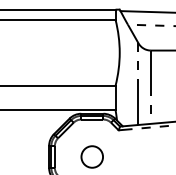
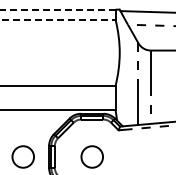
line at (57, 9): solid -> dashed
line at (58, 19): solid -> dashed
circle at (22, 156): none -> present
